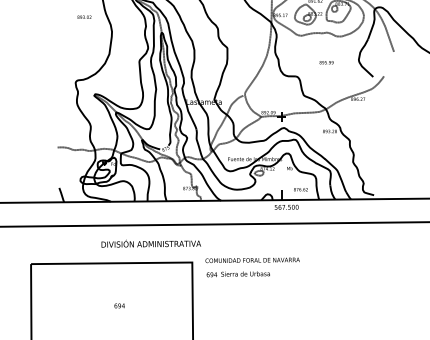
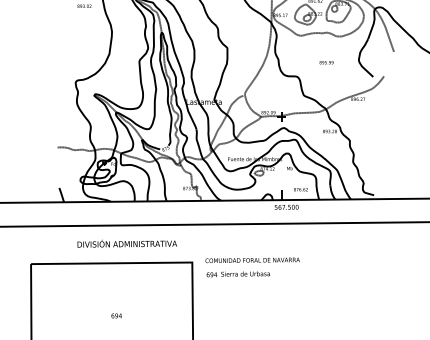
text at (84, 16) position: (84, 16) -> (84, 5)
text at (150, 243) position: (150, 243) -> (126, 243)
text at (119, 305) position: (119, 305) -> (116, 315)
